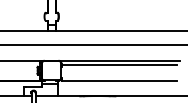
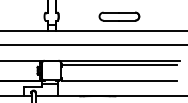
part at (119, 16): none -> present
